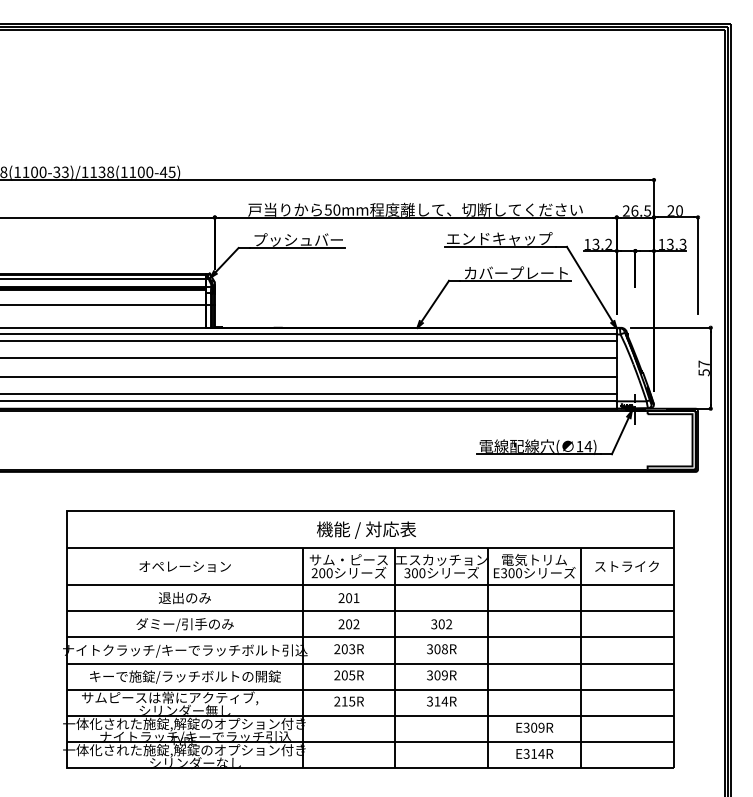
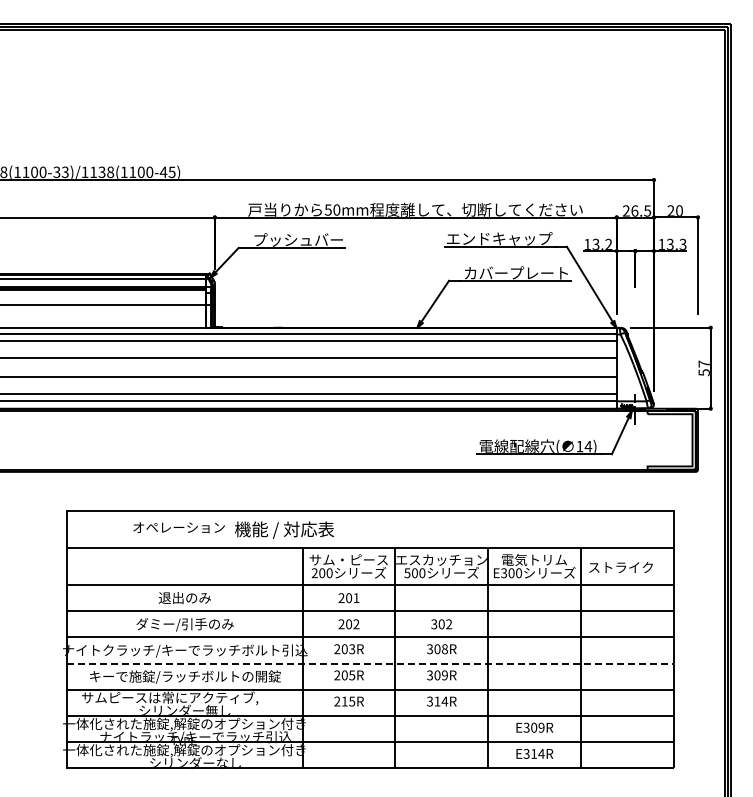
text at (366, 529) position: (366, 529) -> (284, 529)
text at (184, 566) position: (184, 566) -> (178, 527)
text at (626, 566) position: (626, 566) -> (620, 567)
text at (407, 572): 300 -> 500
line at (370, 663): solid -> dashed
